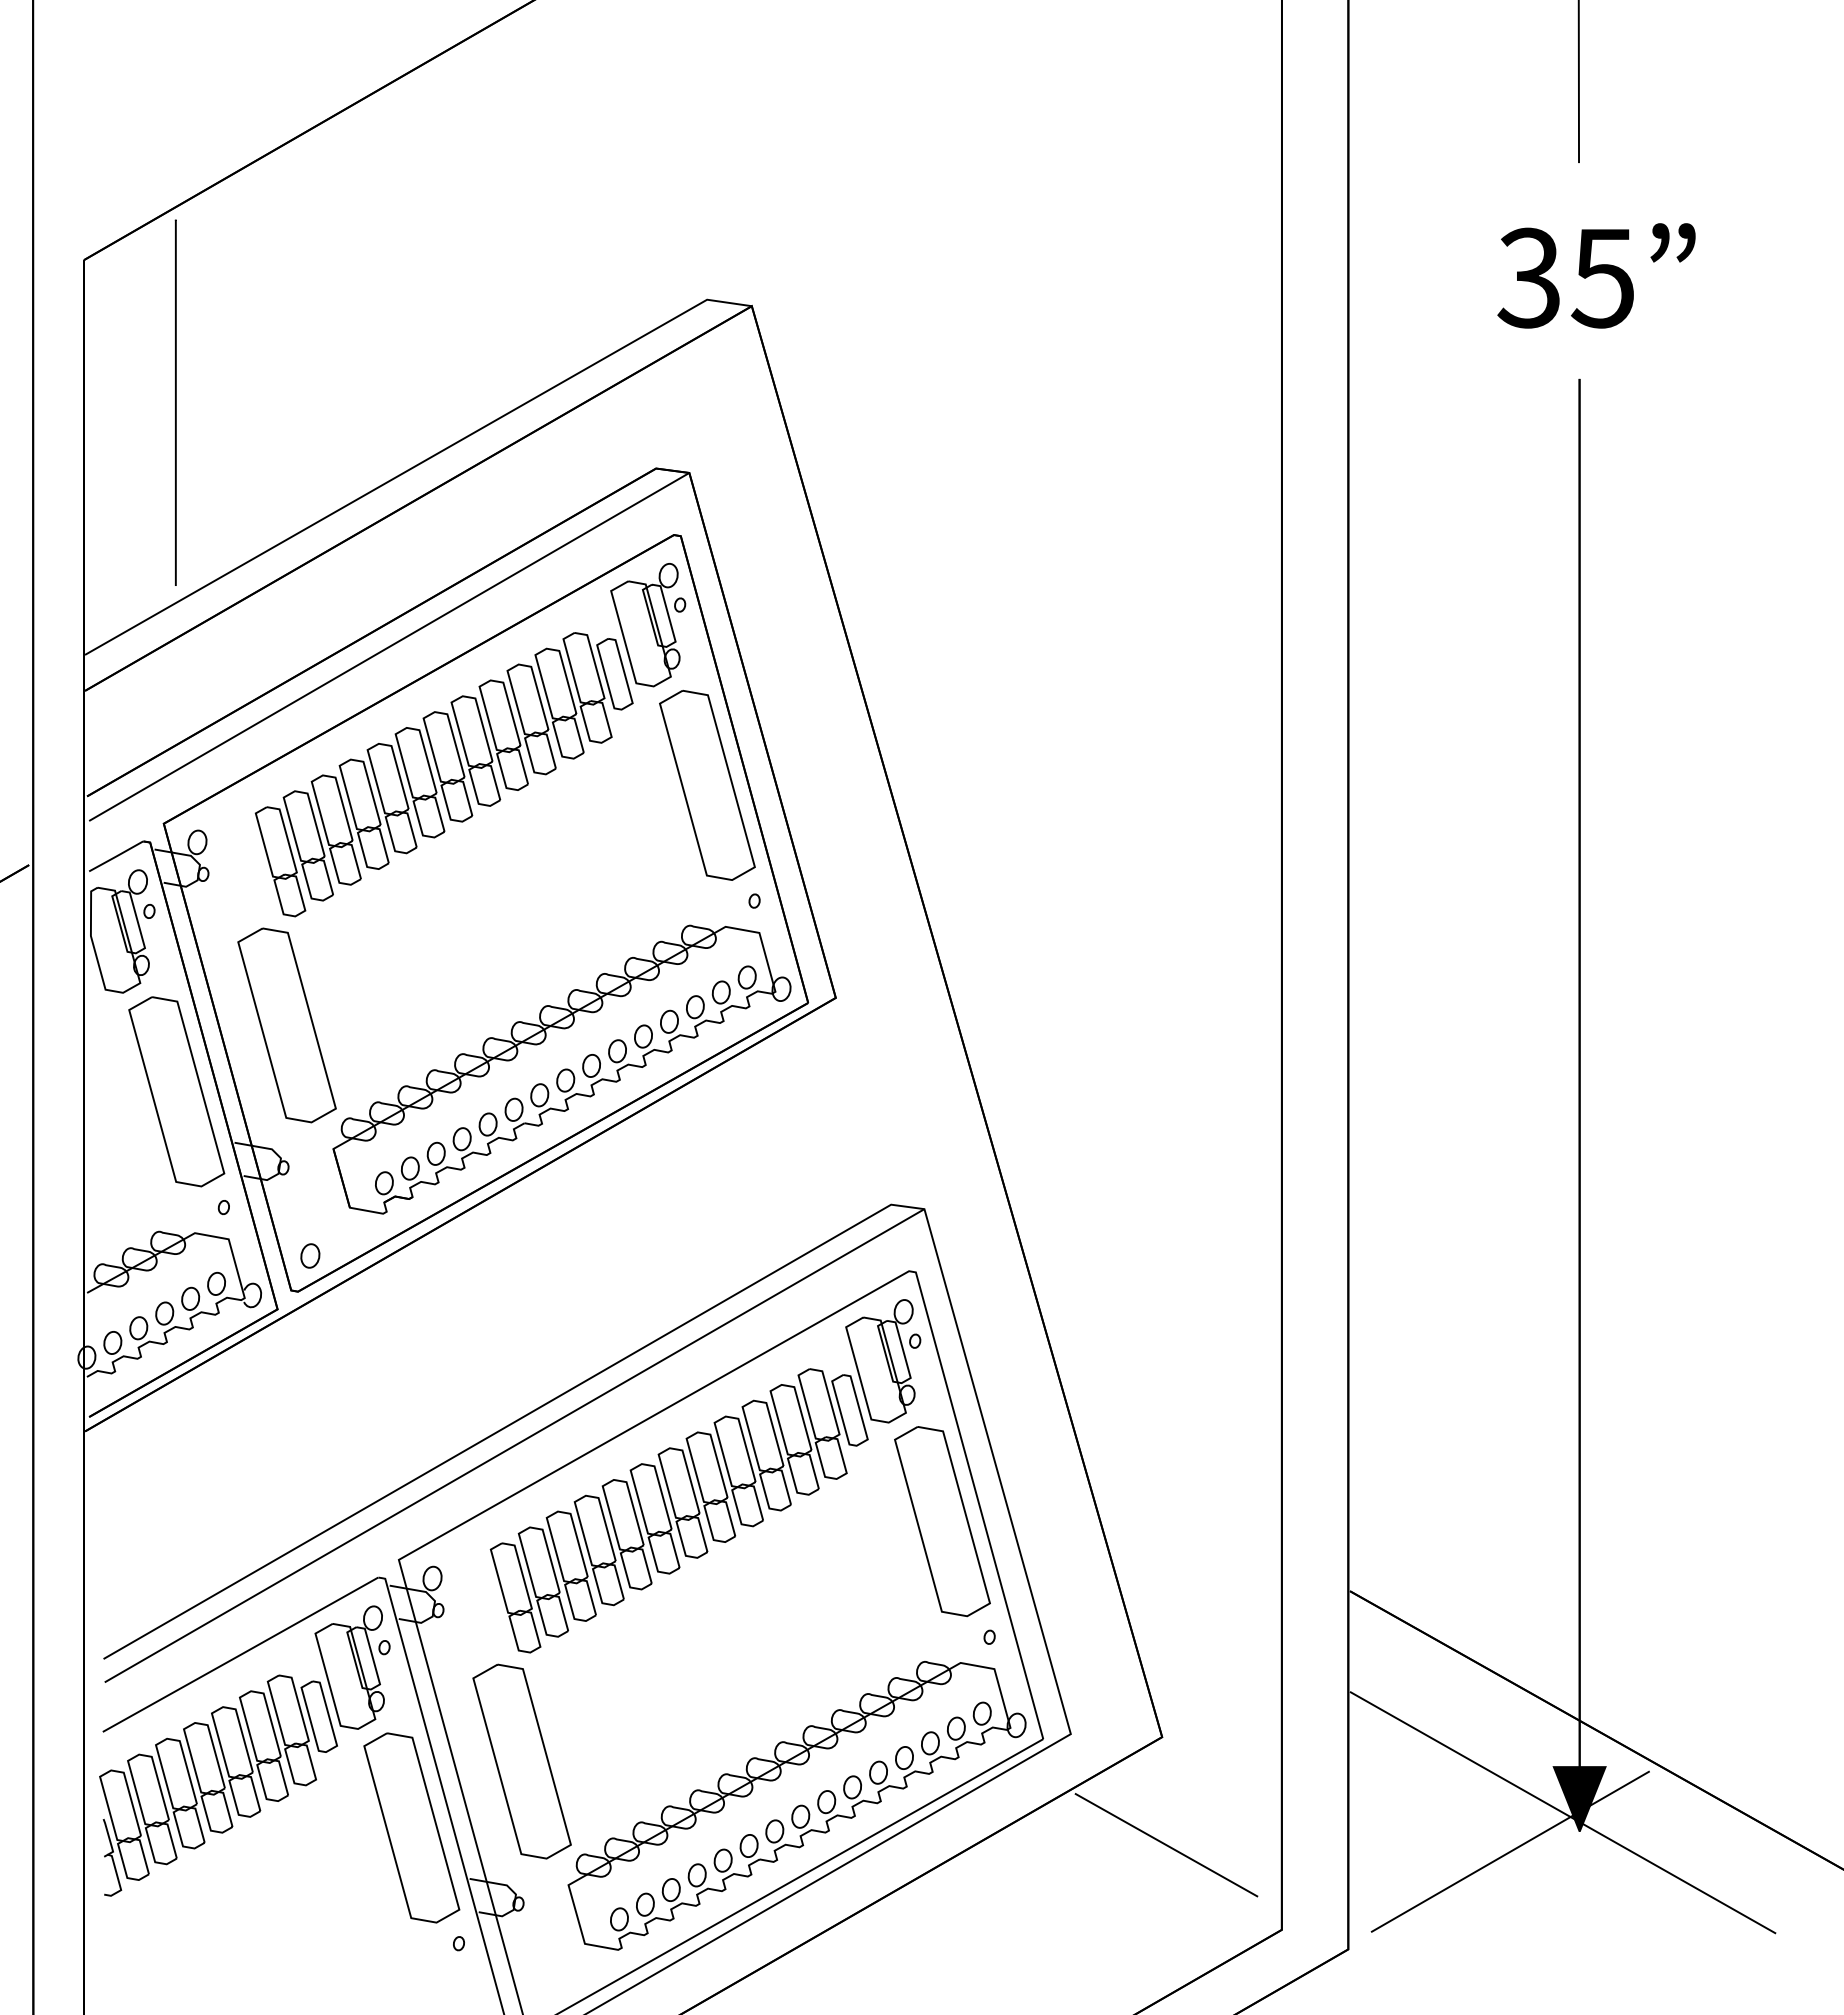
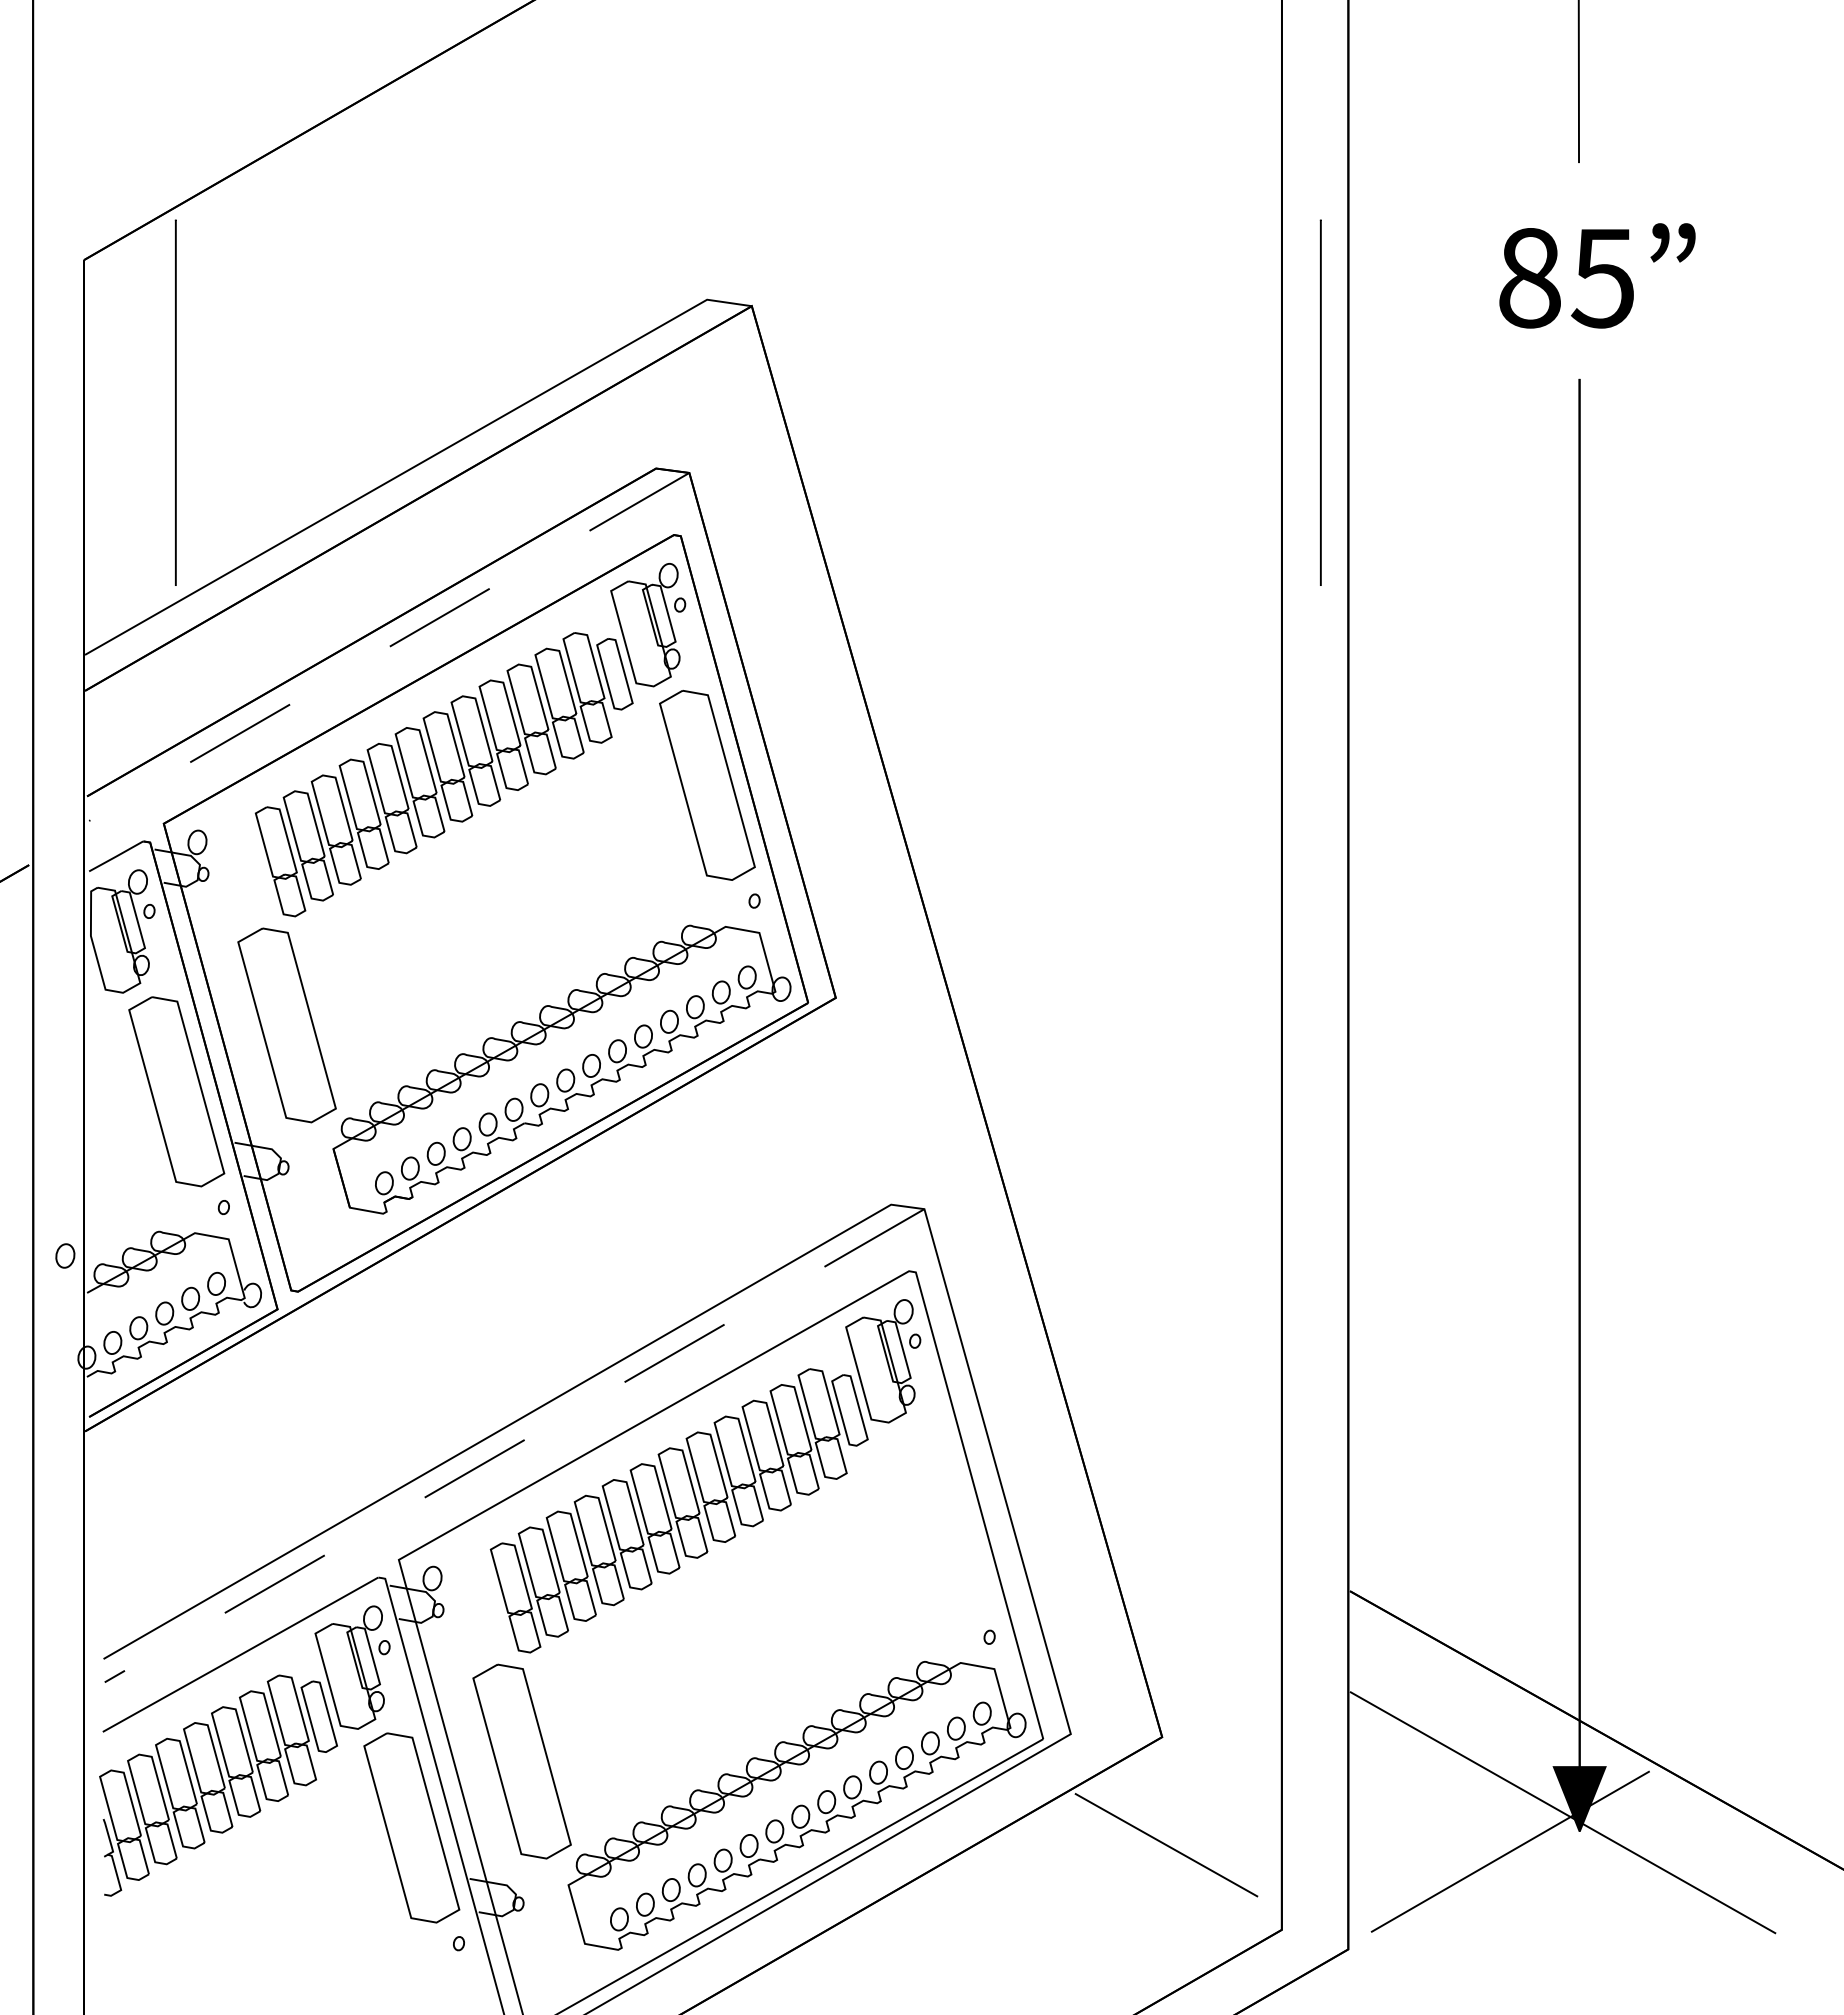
text at (1528, 277): 35 -> 85
line at (1320, 402): none -> present
line at (389, 646): solid -> dashed
part at (310, 1255) position: (310, 1255) -> (65, 1255)
line at (514, 1446): solid -> dashed
part at (942, 1521): present -> none
